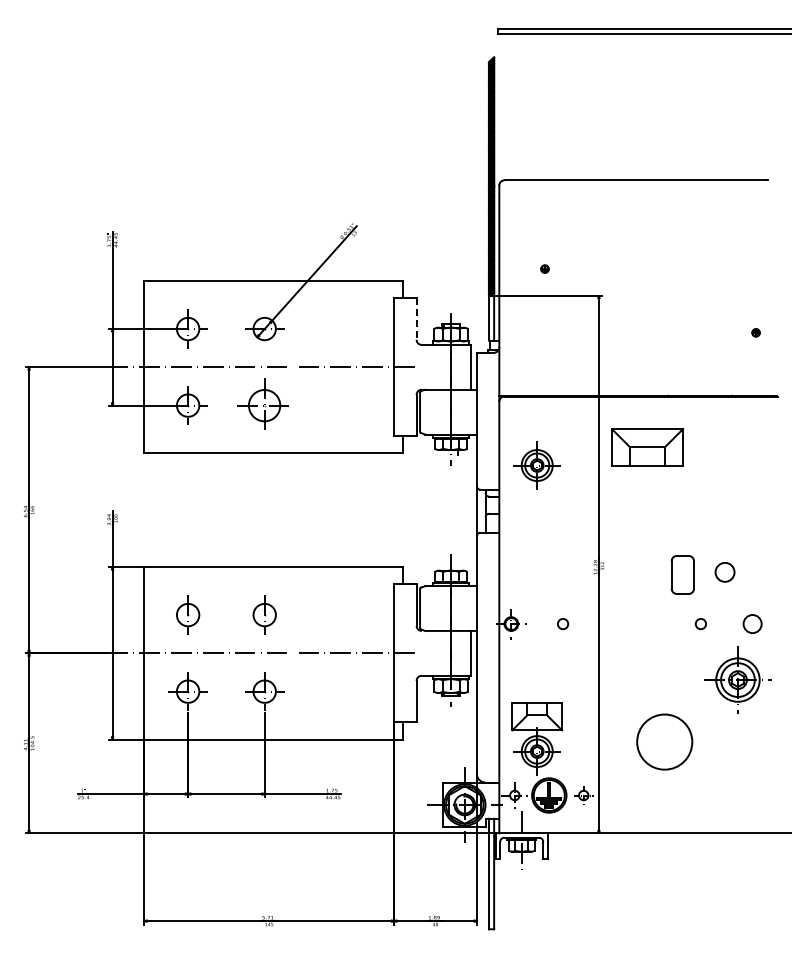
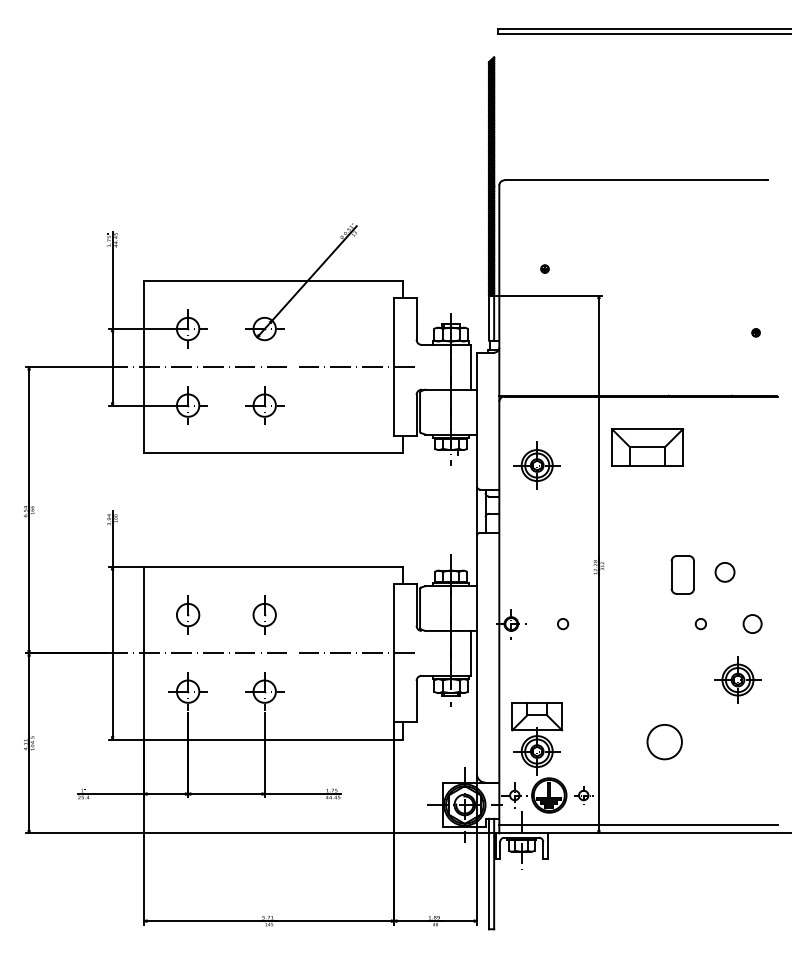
line at (416, 319): dashed -> solid
part at (262, 403) size: 52x52 px -> 40x39 px
part at (737, 679) size: 68x68 px -> 48x48 px
circle at (664, 741) diameter: 55 px -> 34 px
line at (638, 824): none -> present
